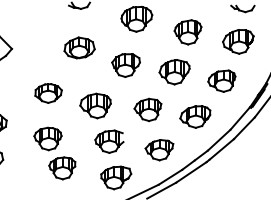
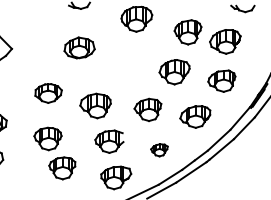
part at (238, 41) position: (238, 41) -> (225, 41)
part at (125, 65): present -> none
part at (159, 150) size: 31x23 px -> 19x15 px
